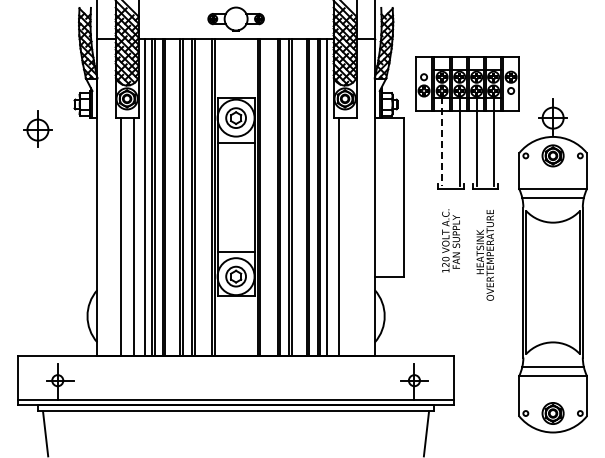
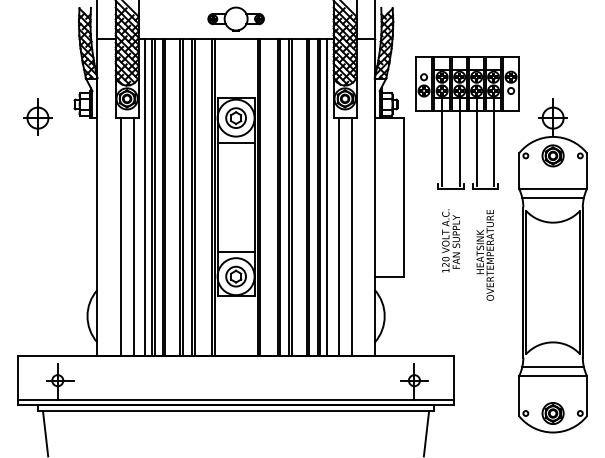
part at (37, 128) position: (37, 128) -> (37, 116)
line at (442, 141): dashed -> solid
line at (351, 236): none -> present
